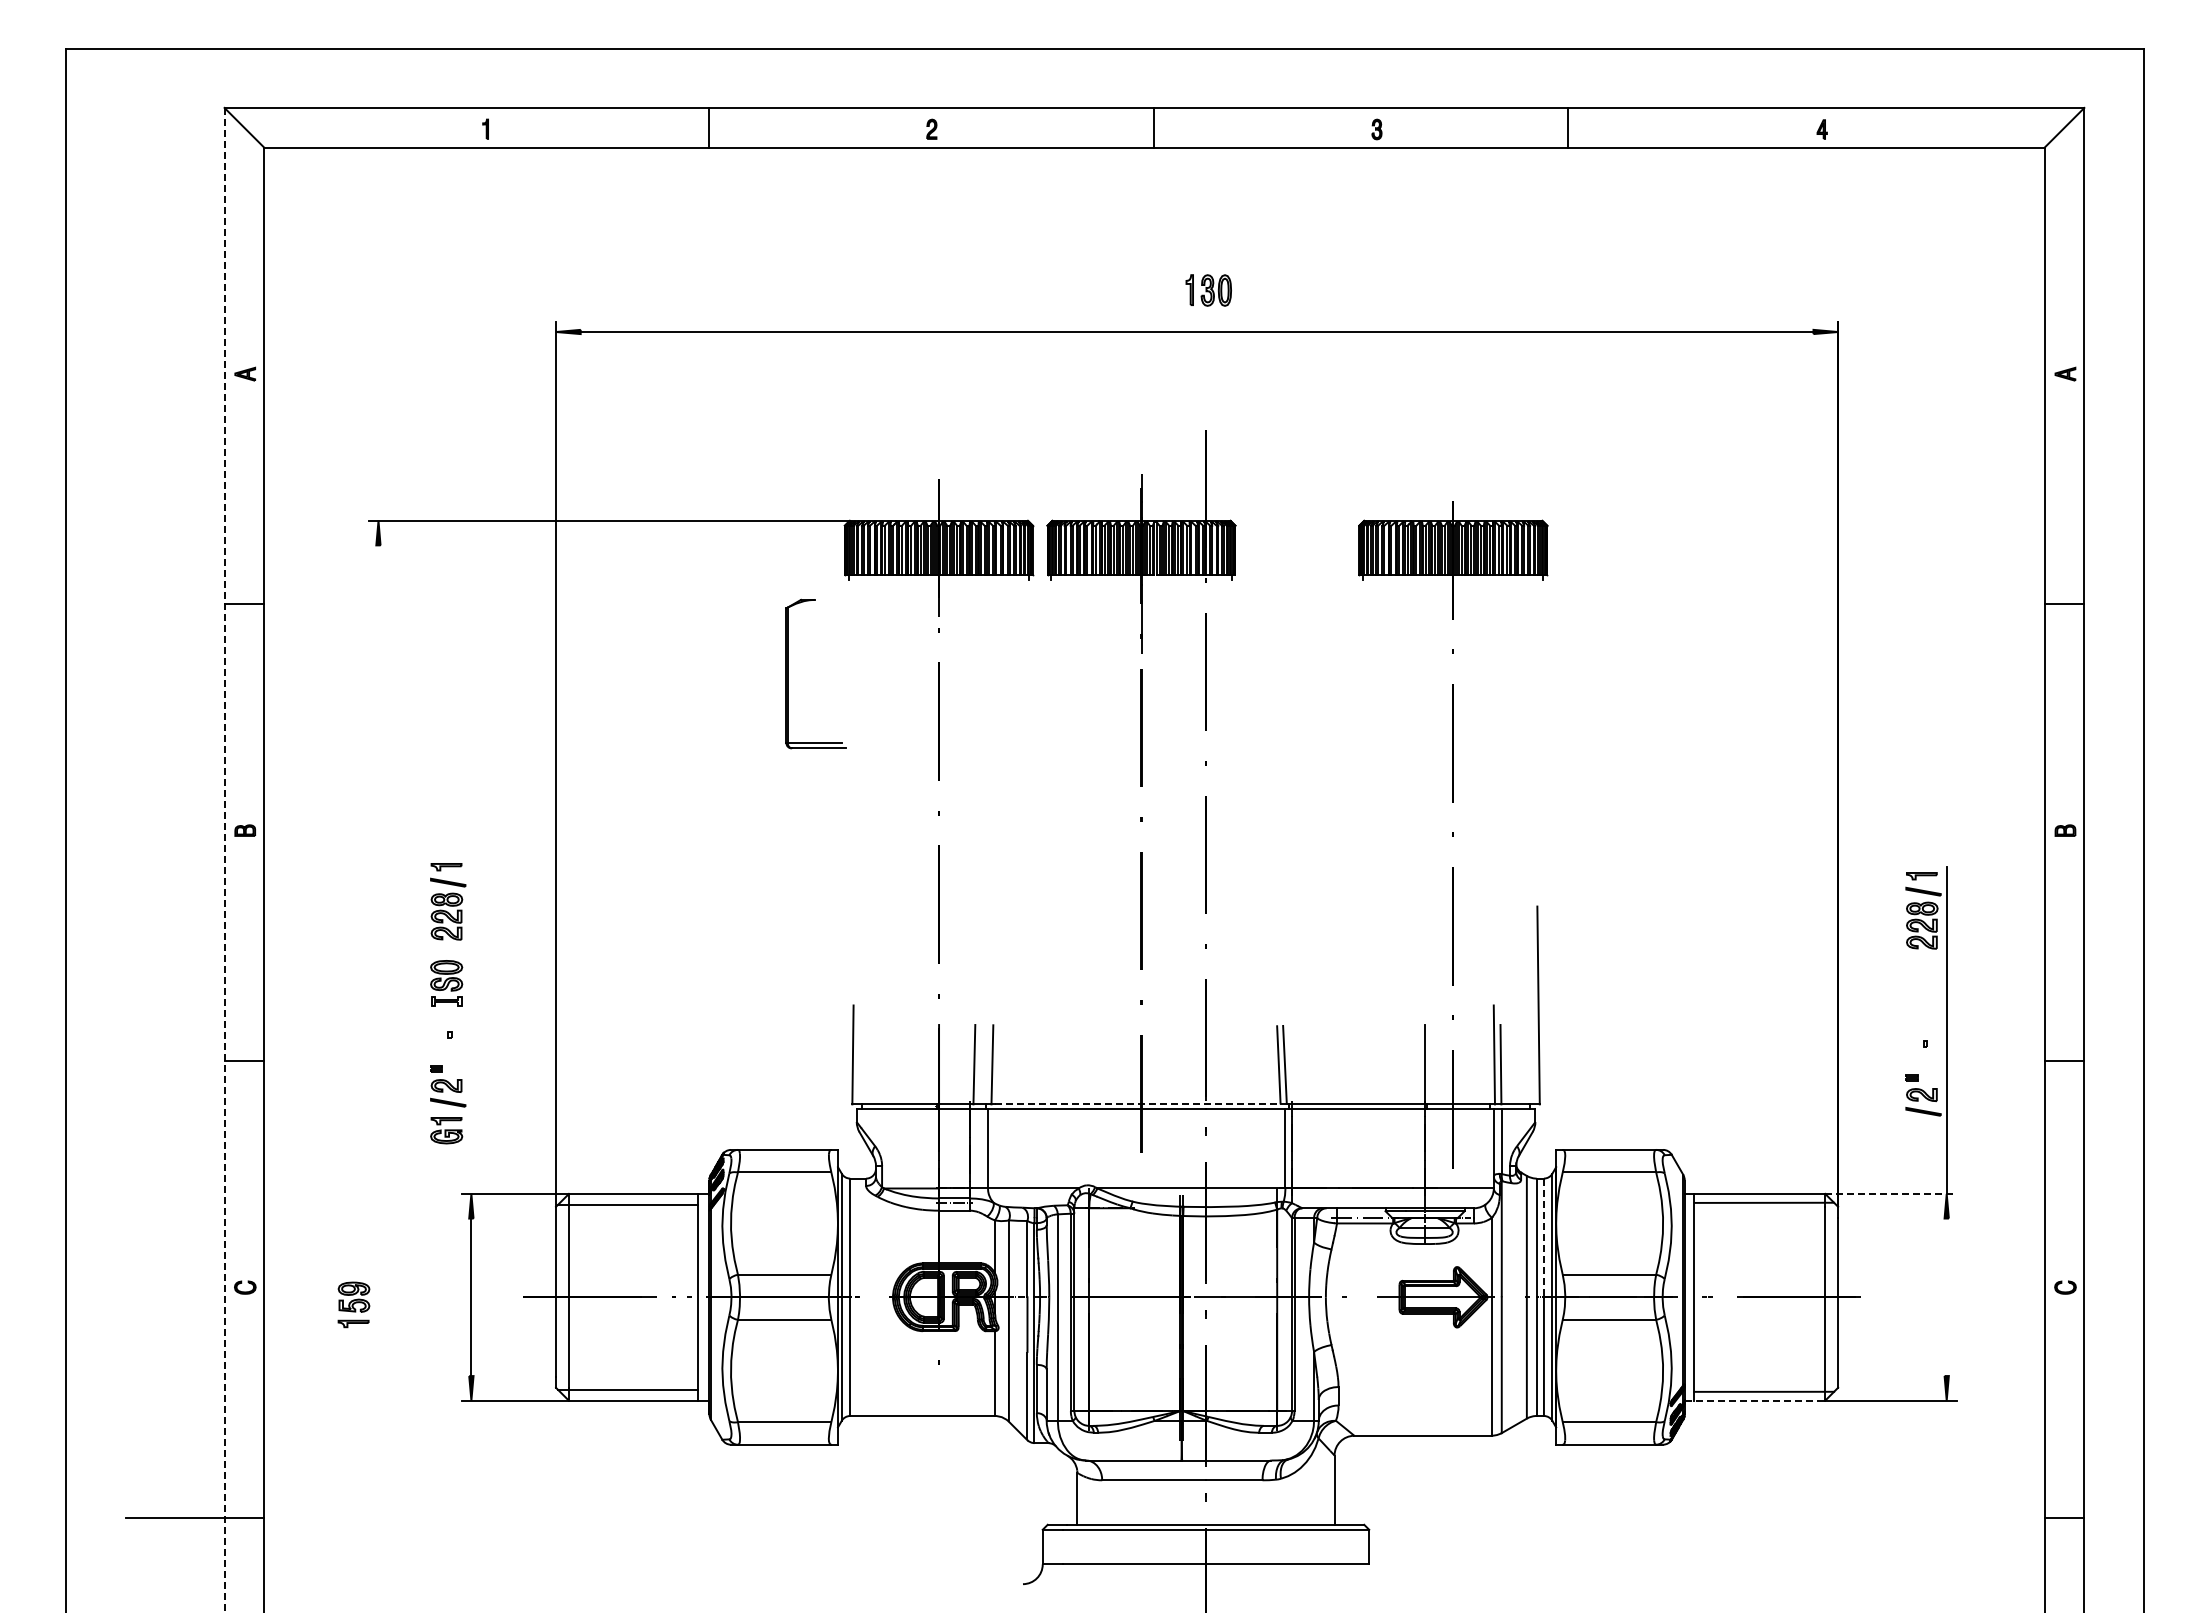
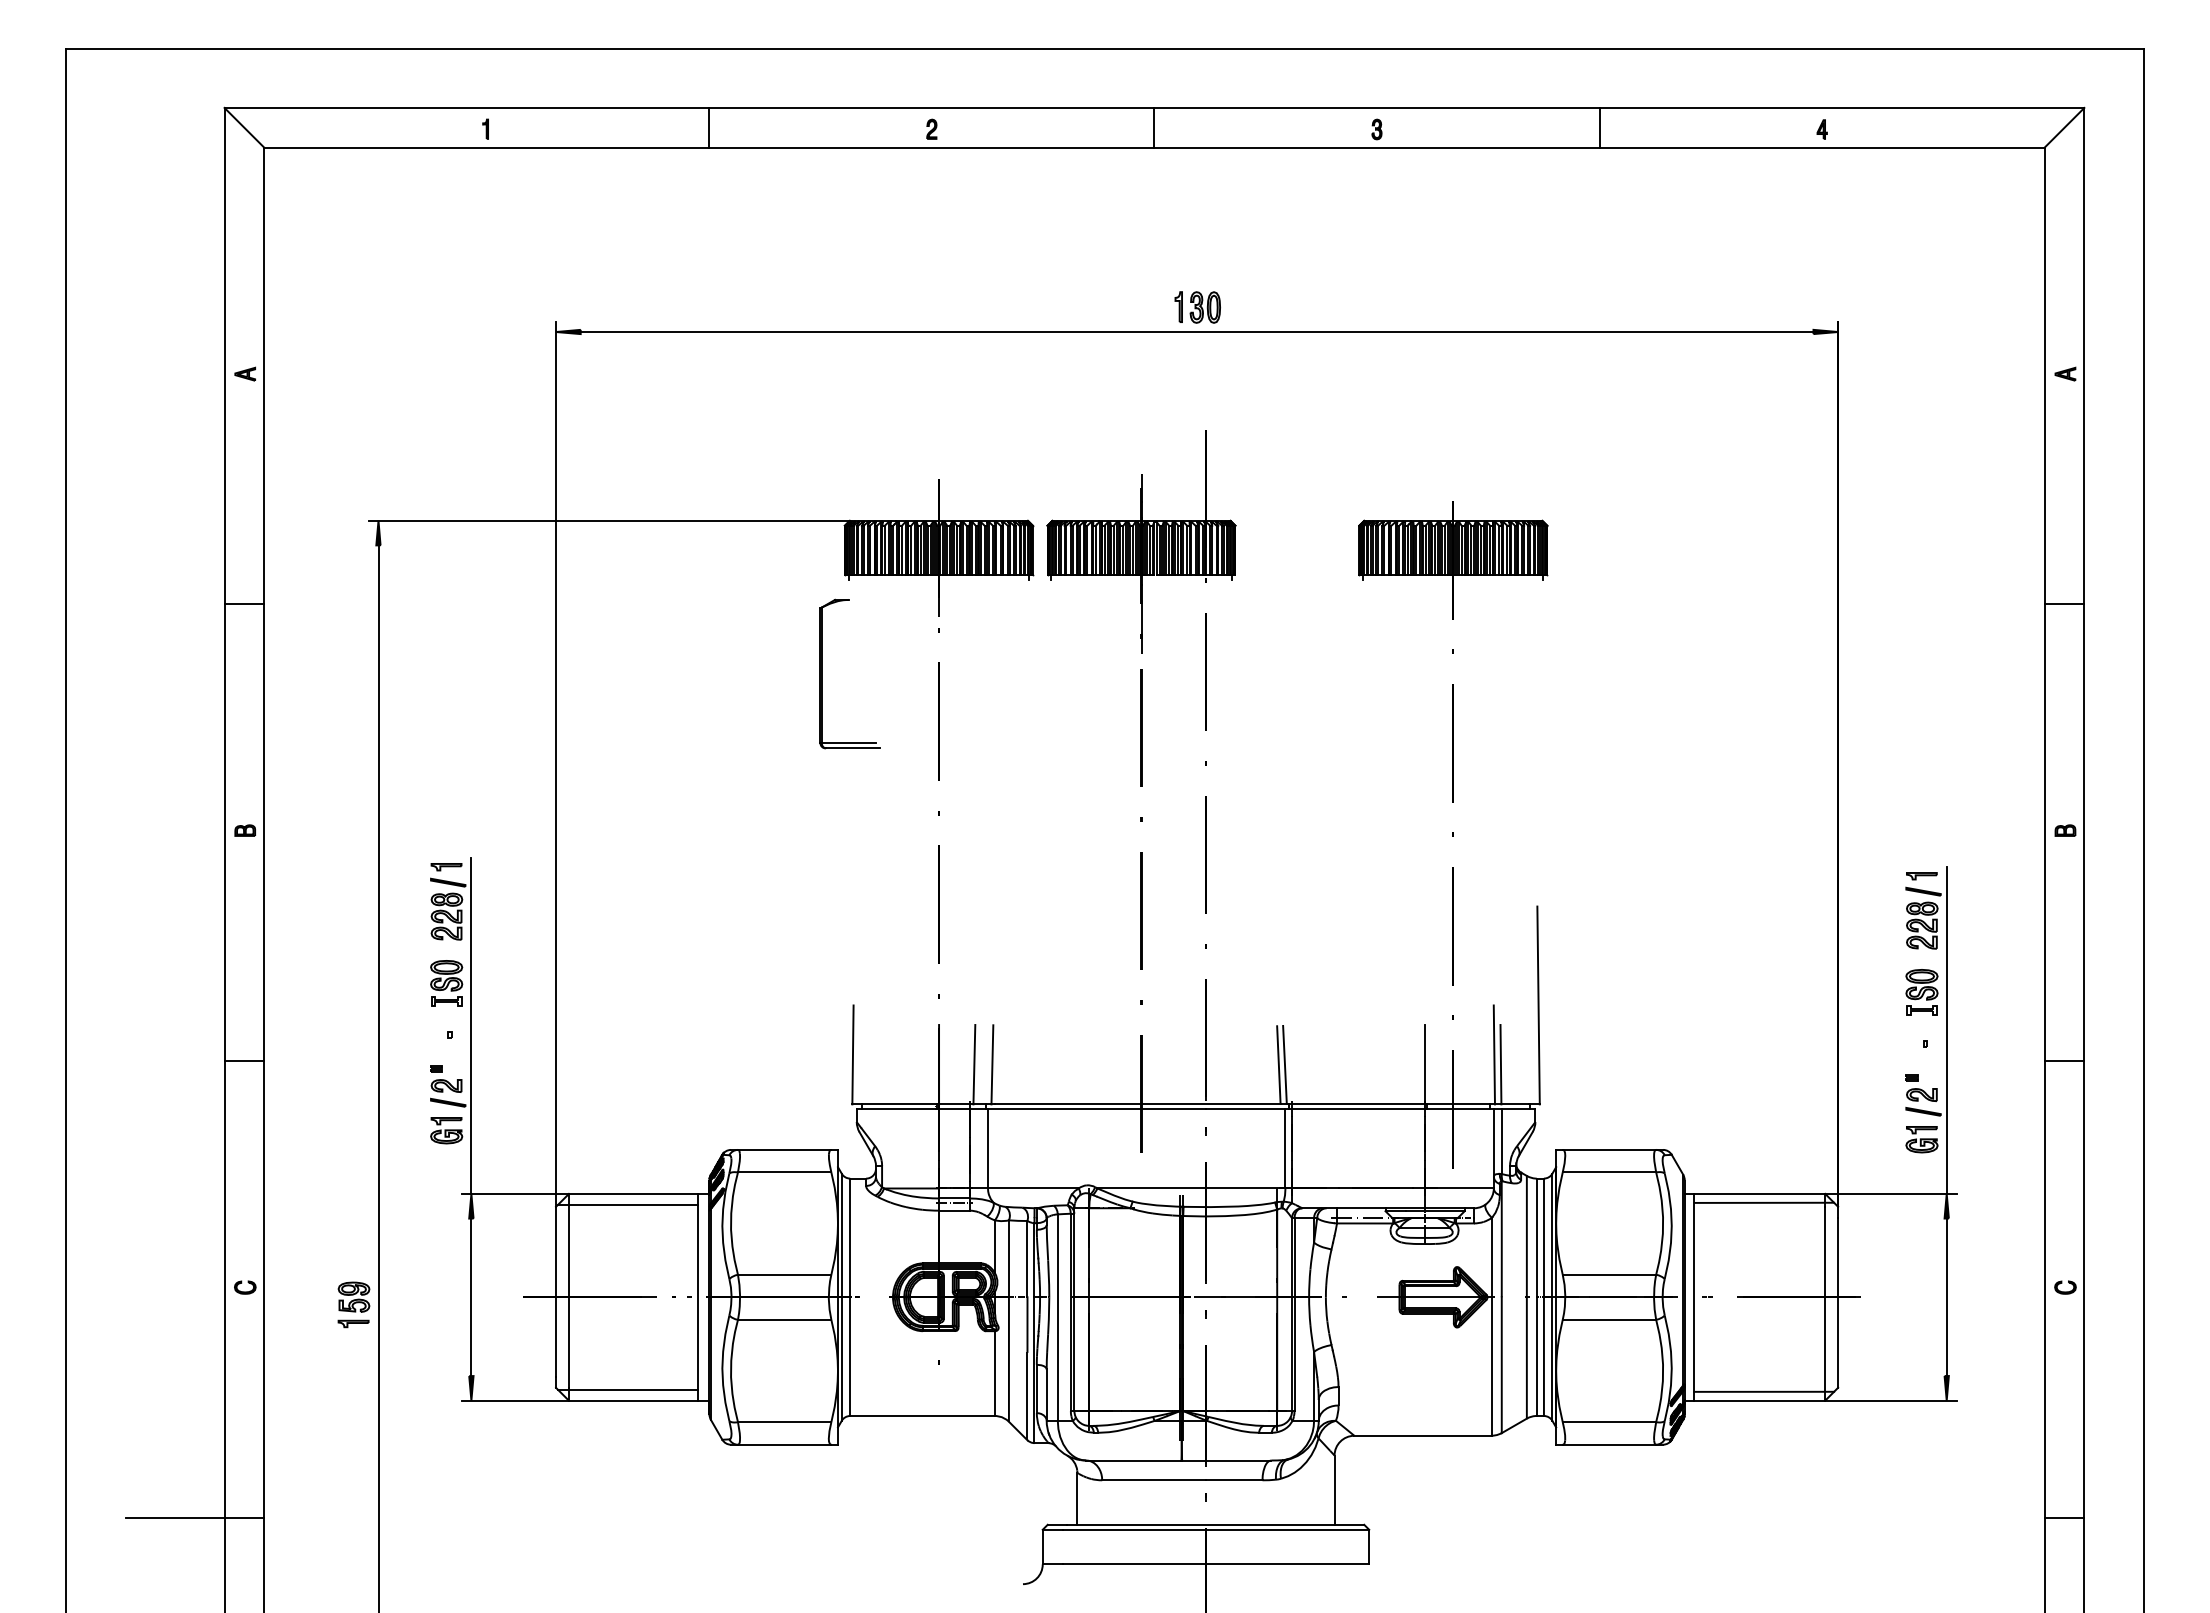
line at (1567, 127) position: (1567, 127) -> (1599, 127)
part at (1208, 290) position: (1208, 290) -> (1197, 307)
part at (788, 673) position: (788, 673) -> (822, 673)
line at (224, 860): dashed -> solid
part at (1921, 992): none -> present
line at (471, 1025): none -> present
line at (378, 1077): none -> present
line at (1137, 1104): dashed -> solid
part at (1921, 1139): none -> present
line at (1890, 1193): dashed -> solid
line at (1543, 1238): dashed -> solid
line at (1946, 1297): none -> present
line at (1755, 1400): dashed -> solid
